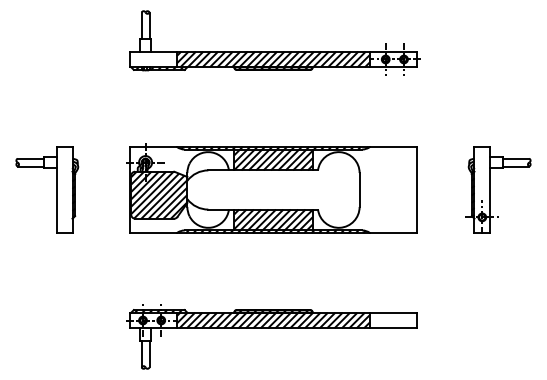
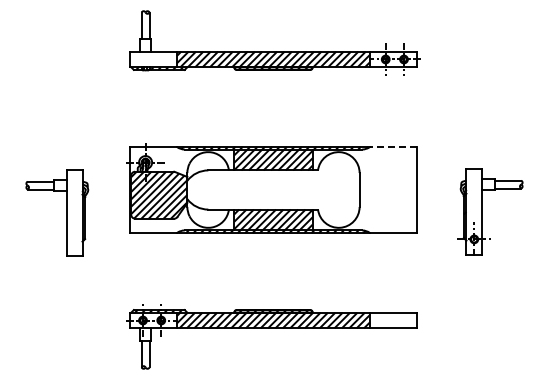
line at (393, 146): solid -> dashed
part at (56, 189) position: (56, 189) -> (66, 212)
part at (490, 189) position: (490, 189) -> (482, 211)
